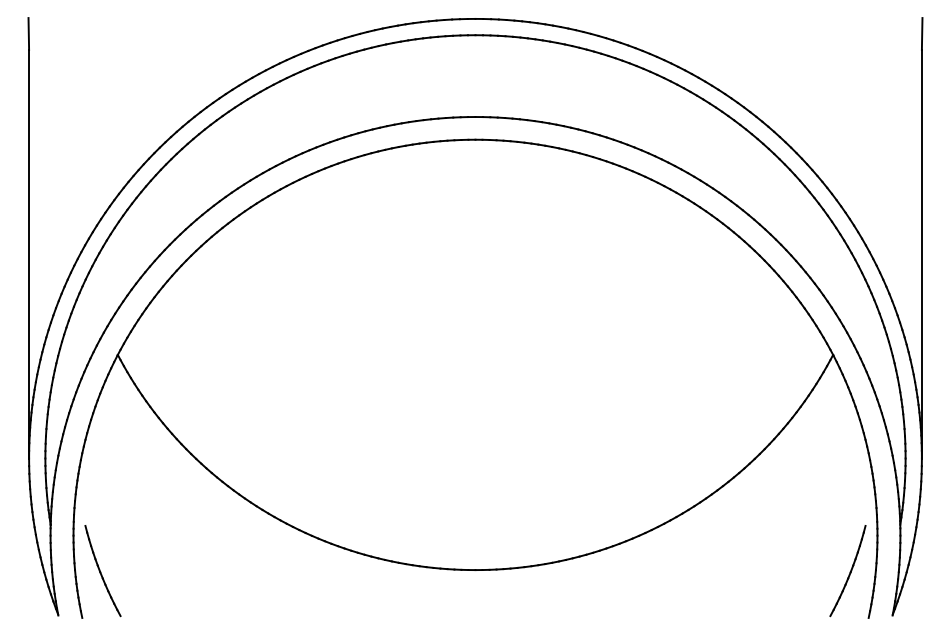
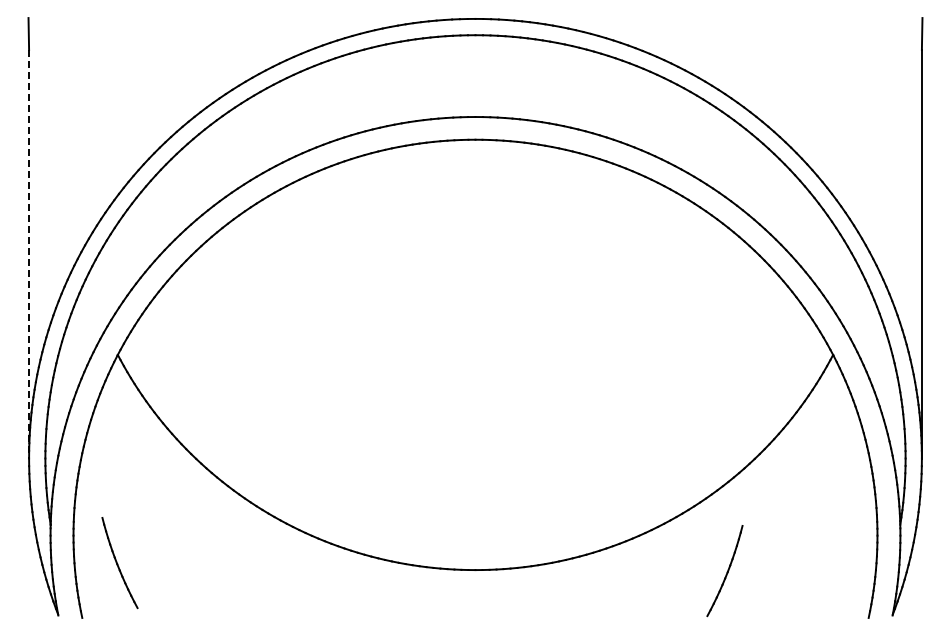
line at (29, 254): solid -> dashed
part at (102, 571) position: (102, 571) -> (119, 563)
part at (847, 571) position: (847, 571) -> (724, 571)
